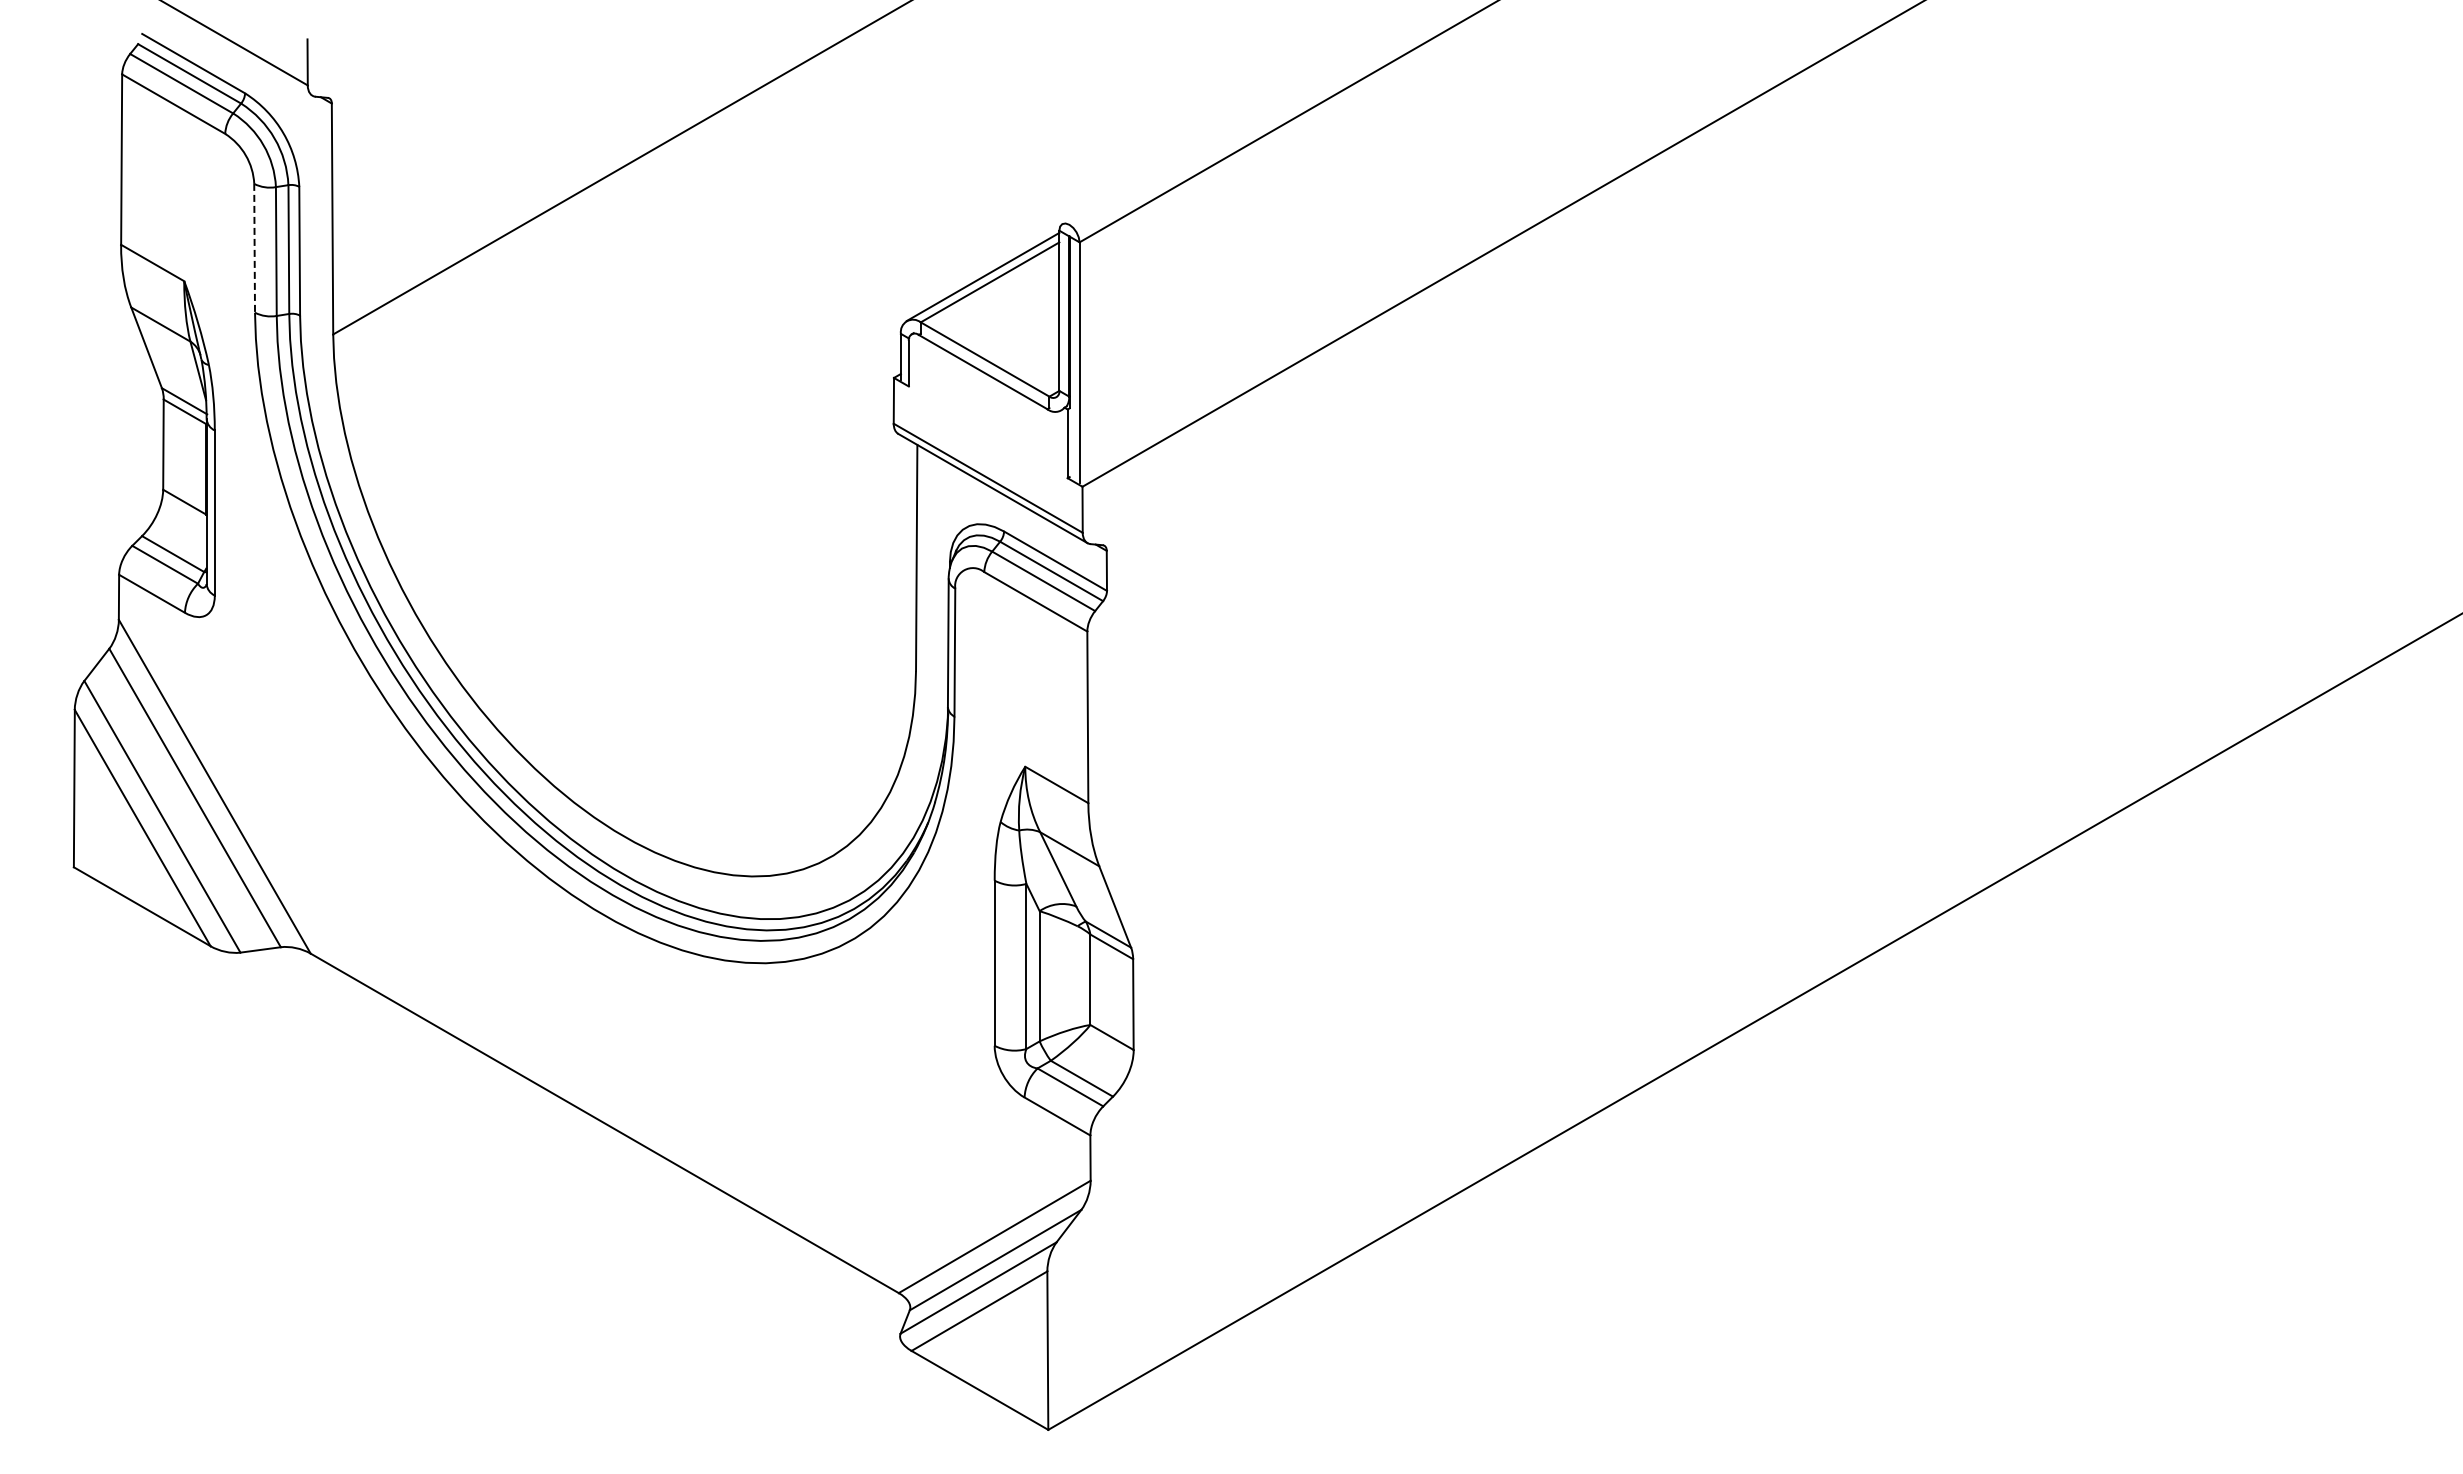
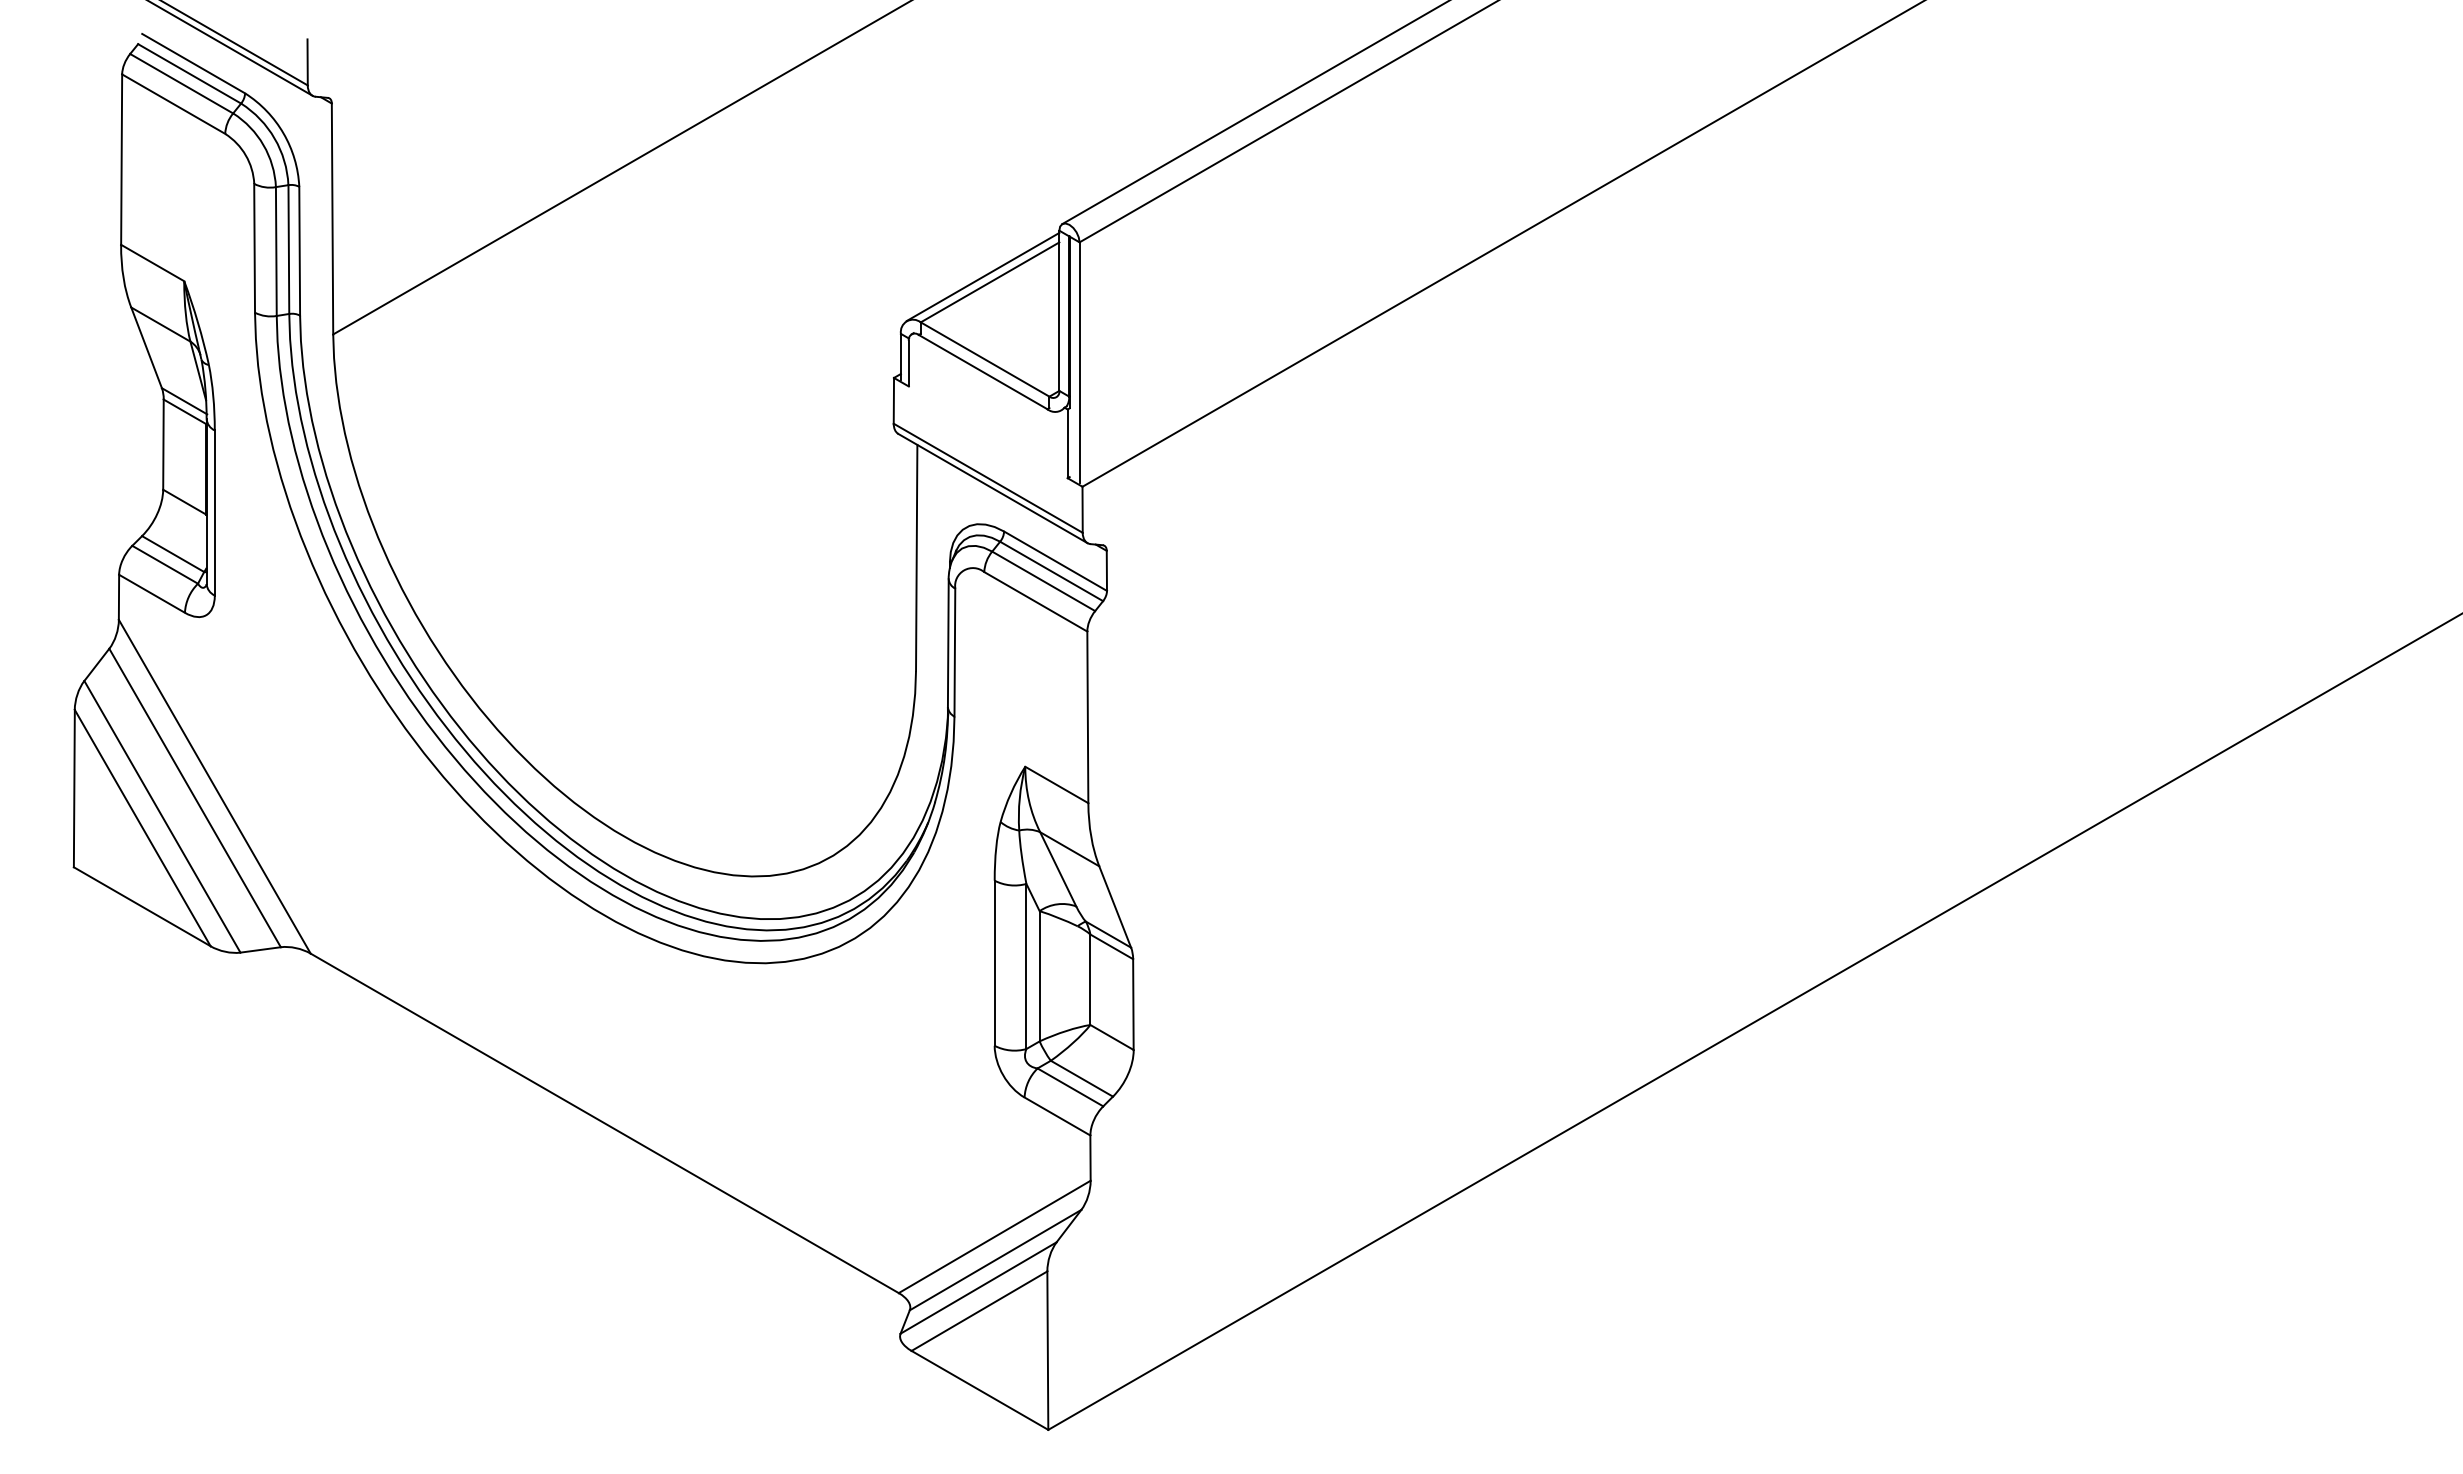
line at (231, 48): none -> present
line at (1254, 113): none -> present
line at (254, 248): dashed -> solid
